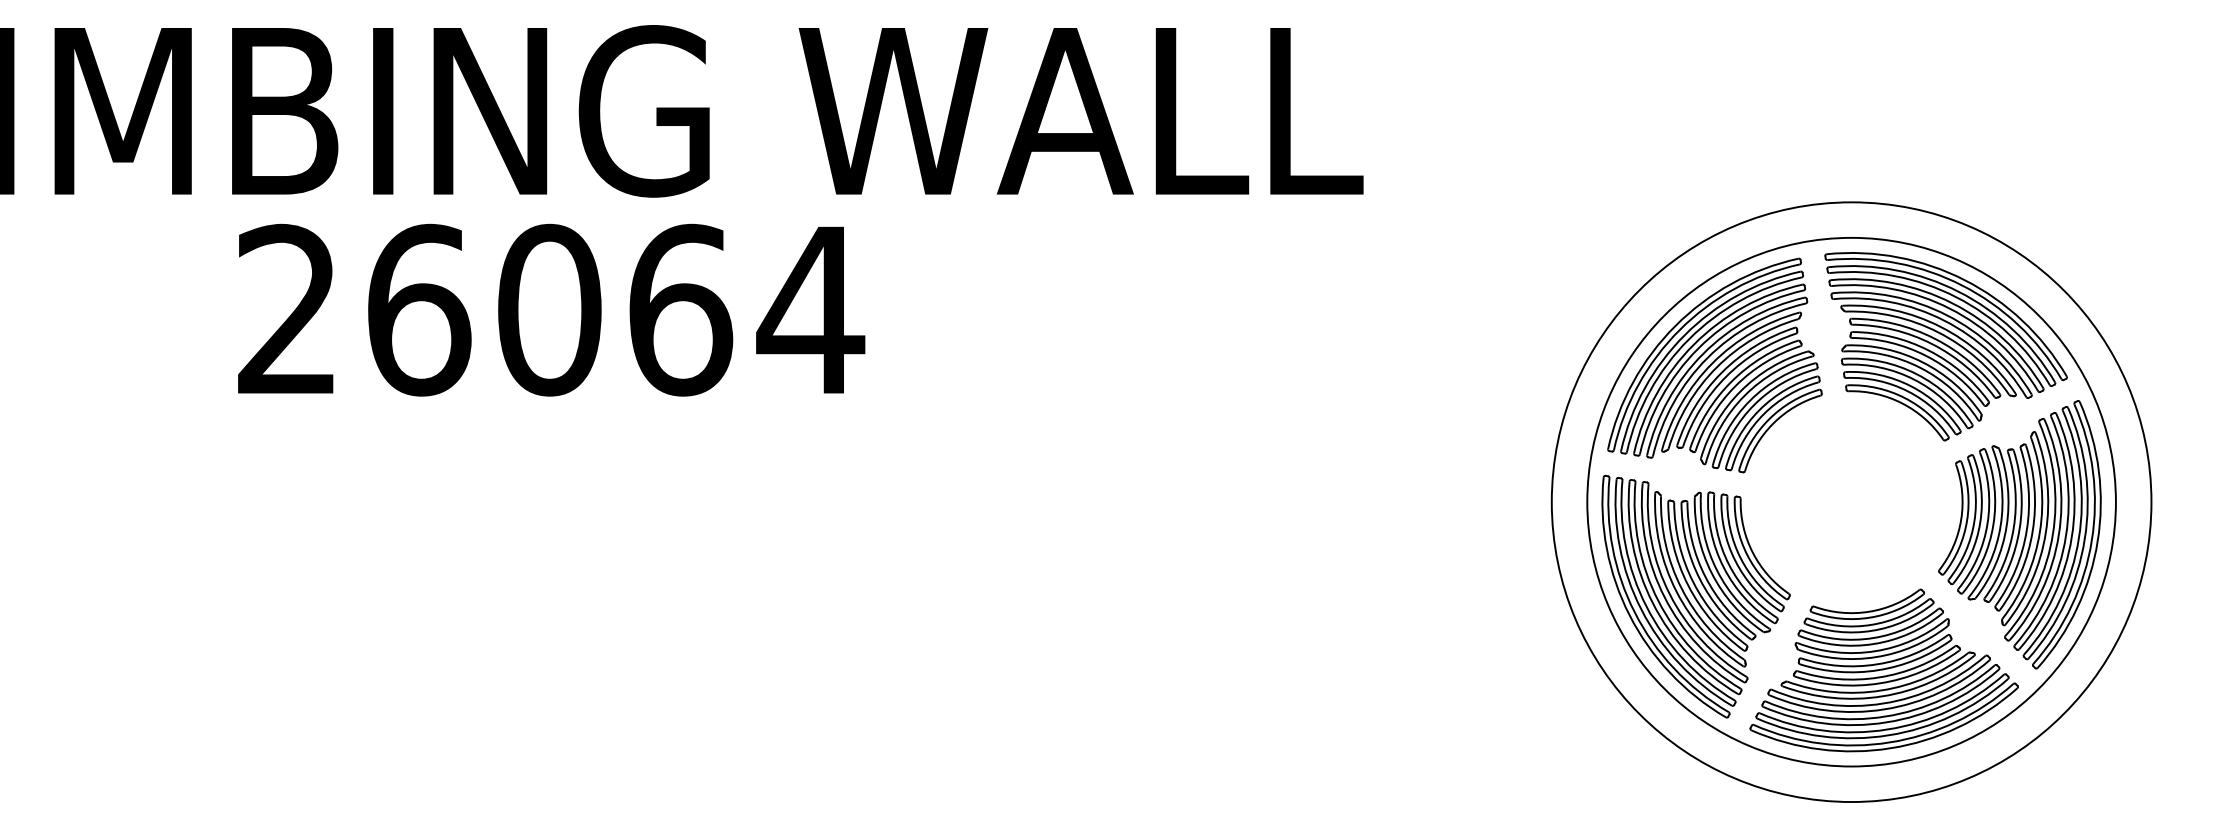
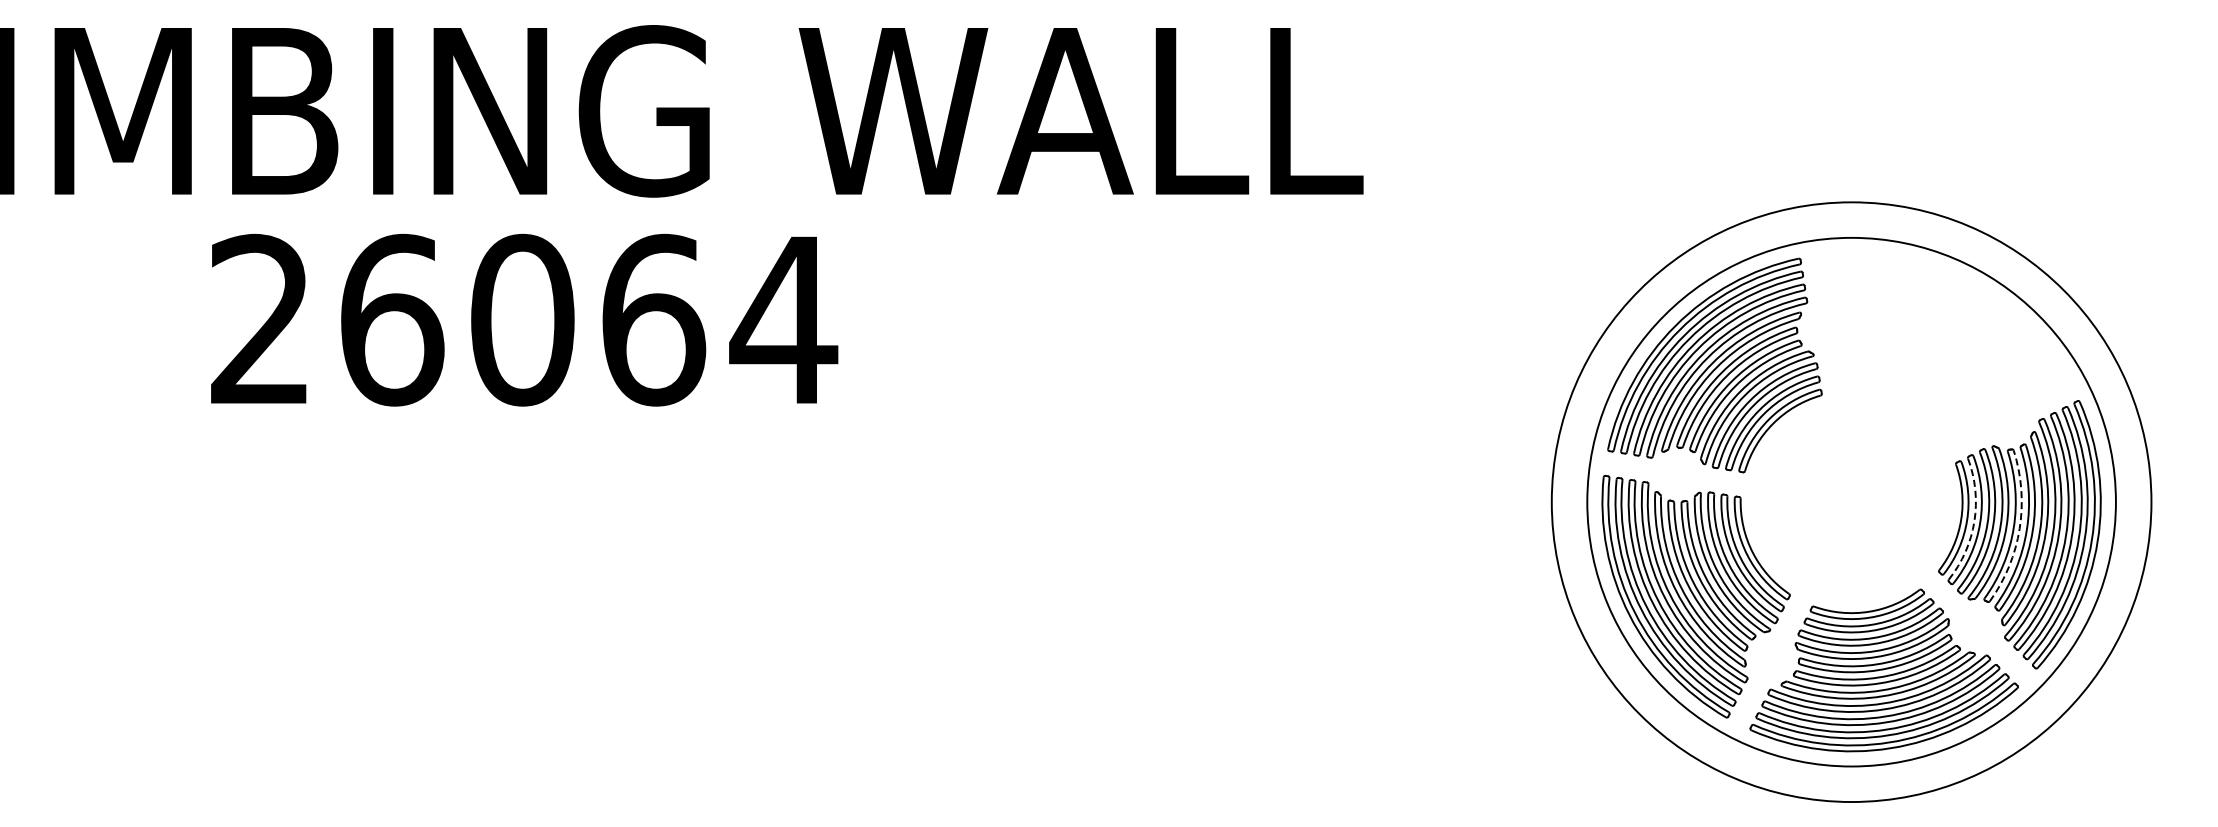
text at (551, 309) position: (551, 309) -> (524, 319)
part at (1945, 346): present -> none
arc at (1974, 521): solid -> dashed
arc at (2019, 528): solid -> dashed
